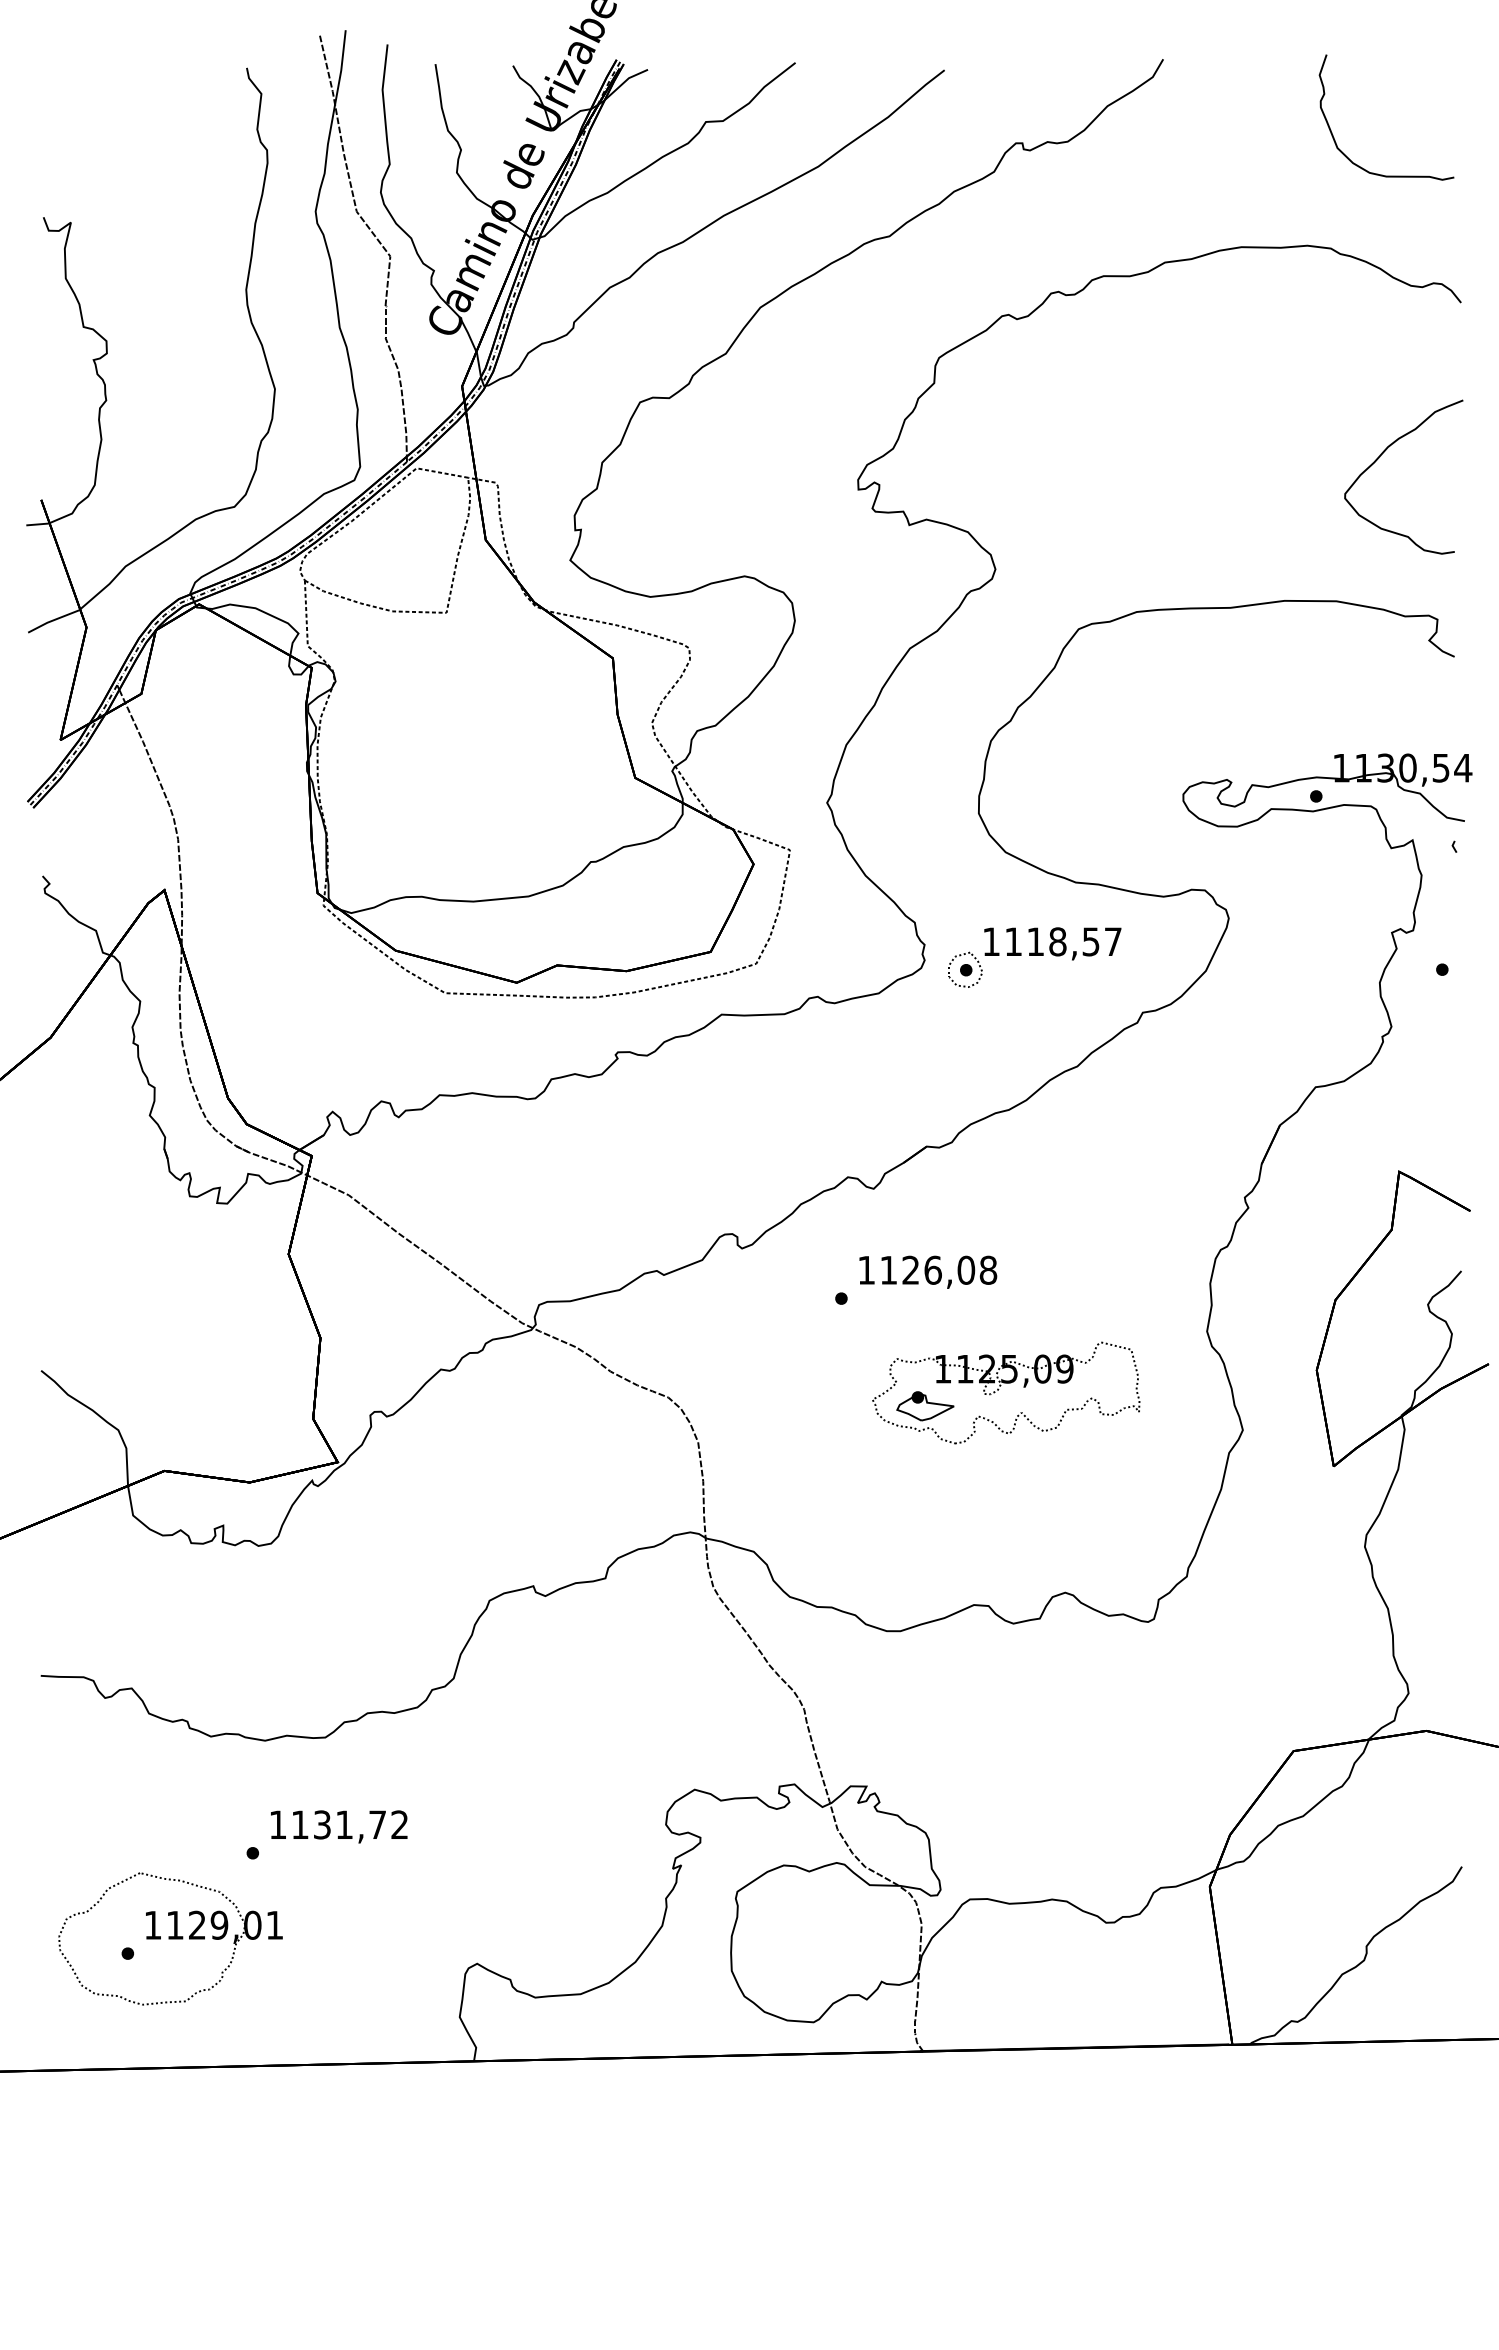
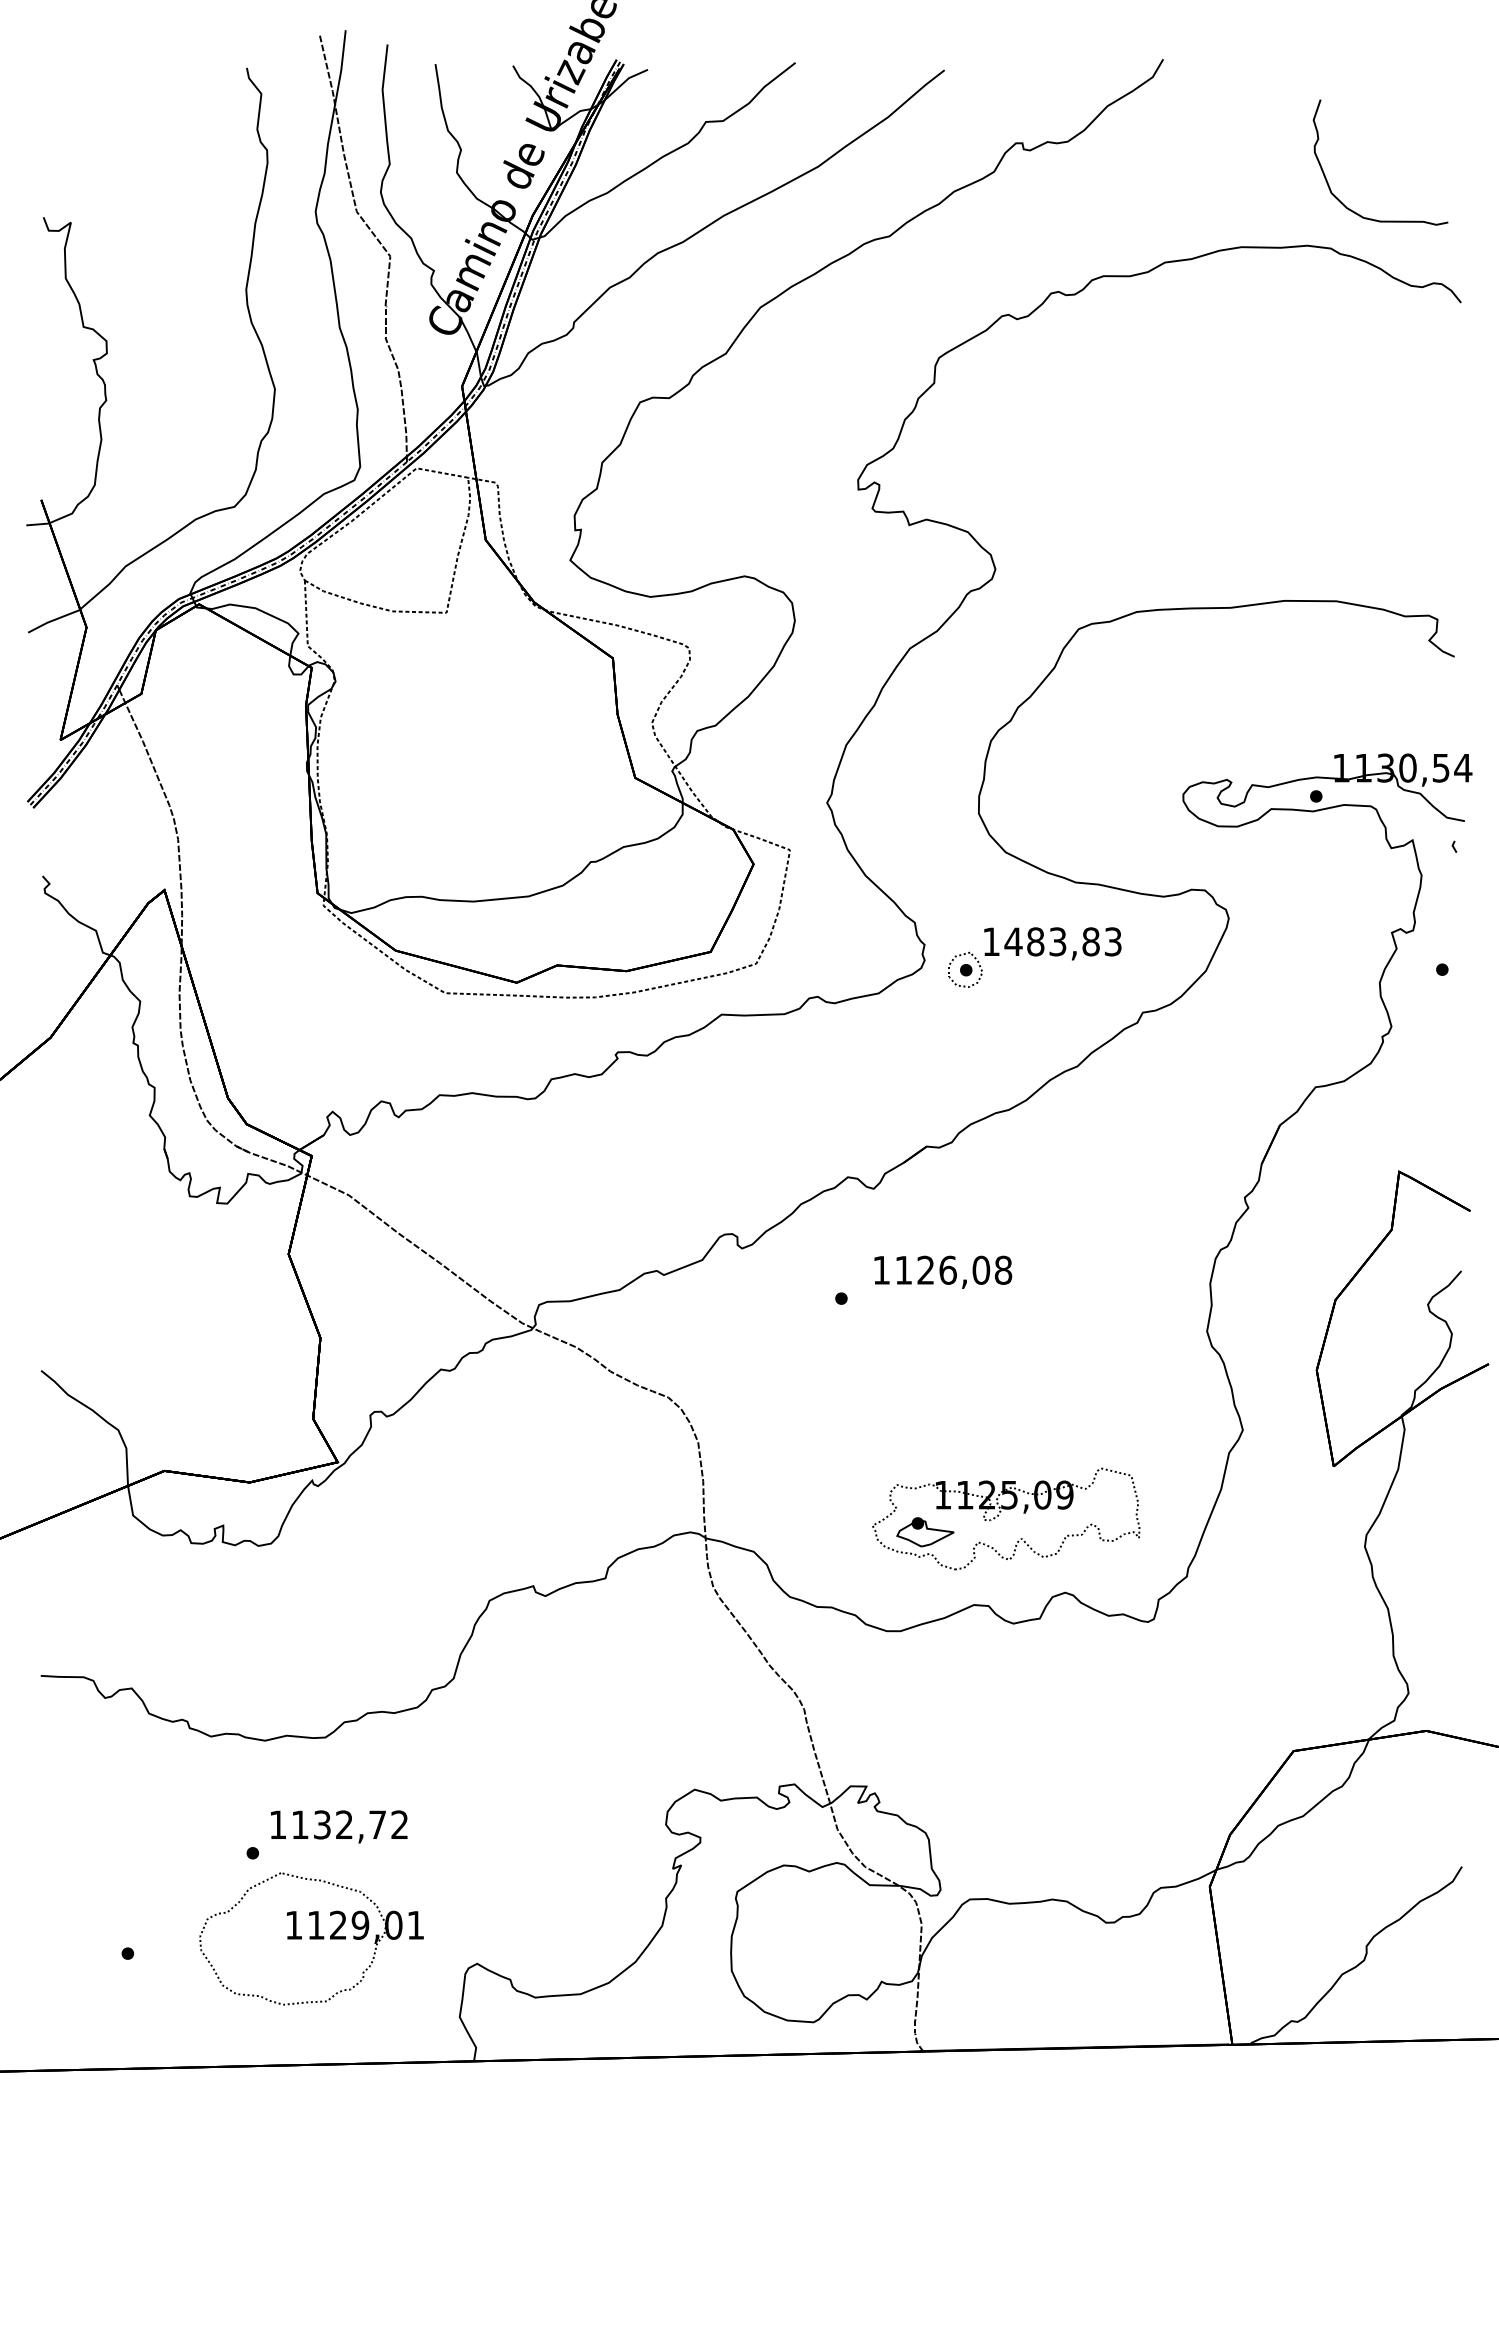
curve at (1359, 165) position: (1359, 165) -> (1353, 210)
curve at (1379, 458): present -> none
text at (1062, 941): 1118,57 -> 1483,83
text at (928, 1271) position: (928, 1271) -> (943, 1271)
part at (999, 1389) position: (999, 1389) -> (999, 1515)
text at (344, 1824): 1131,72 -> 1132,72
part at (170, 1938) position: (170, 1938) -> (311, 1938)
